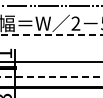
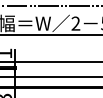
line at (51, 35): dashed -> solid
line at (51, 76): dashed -> solid
